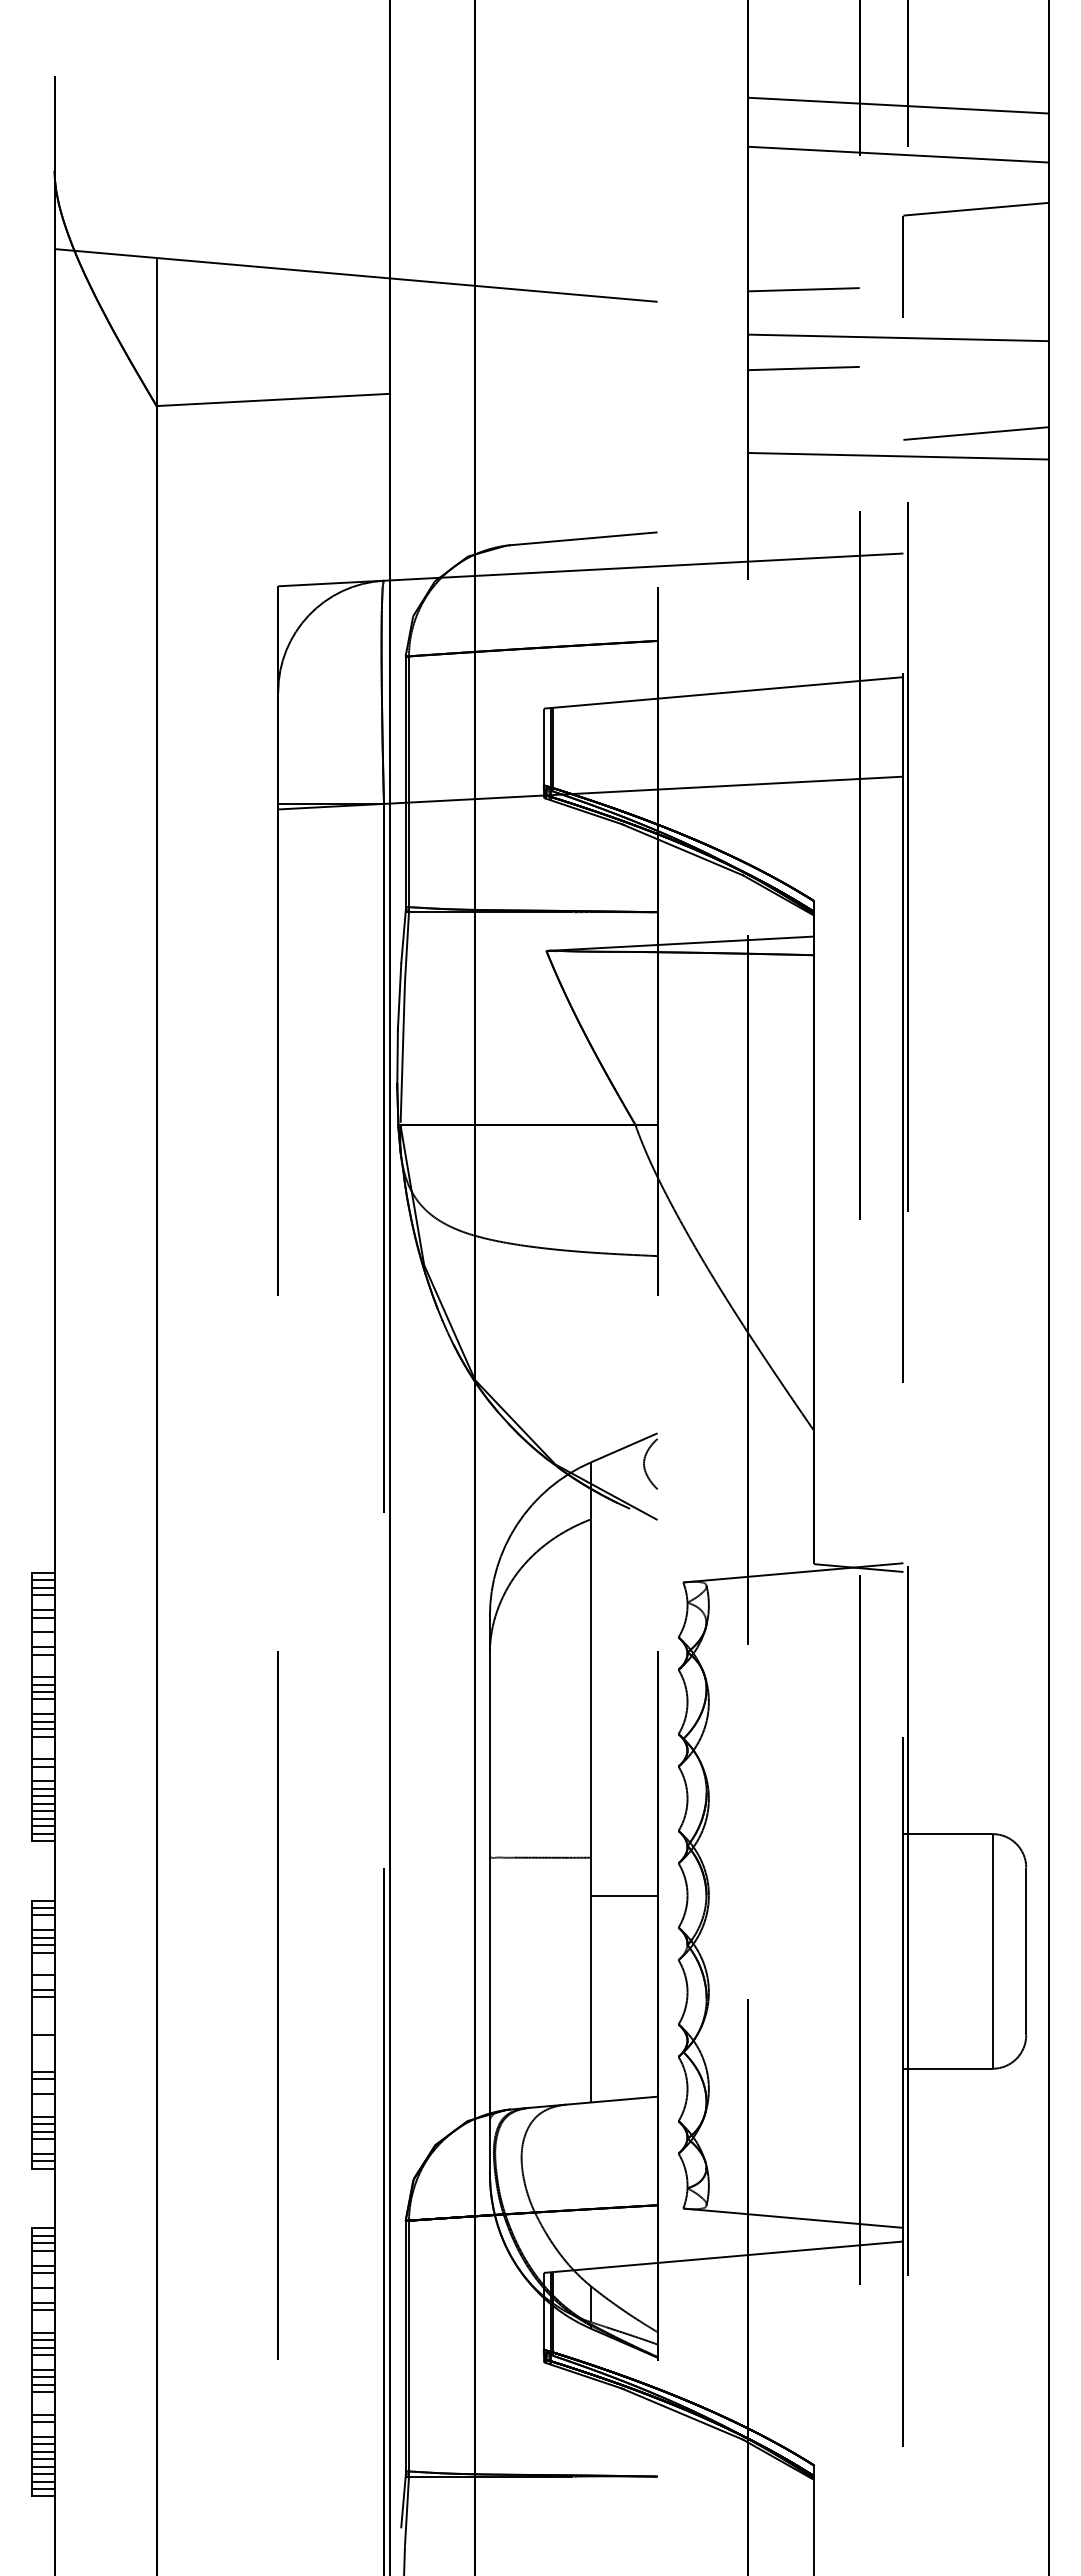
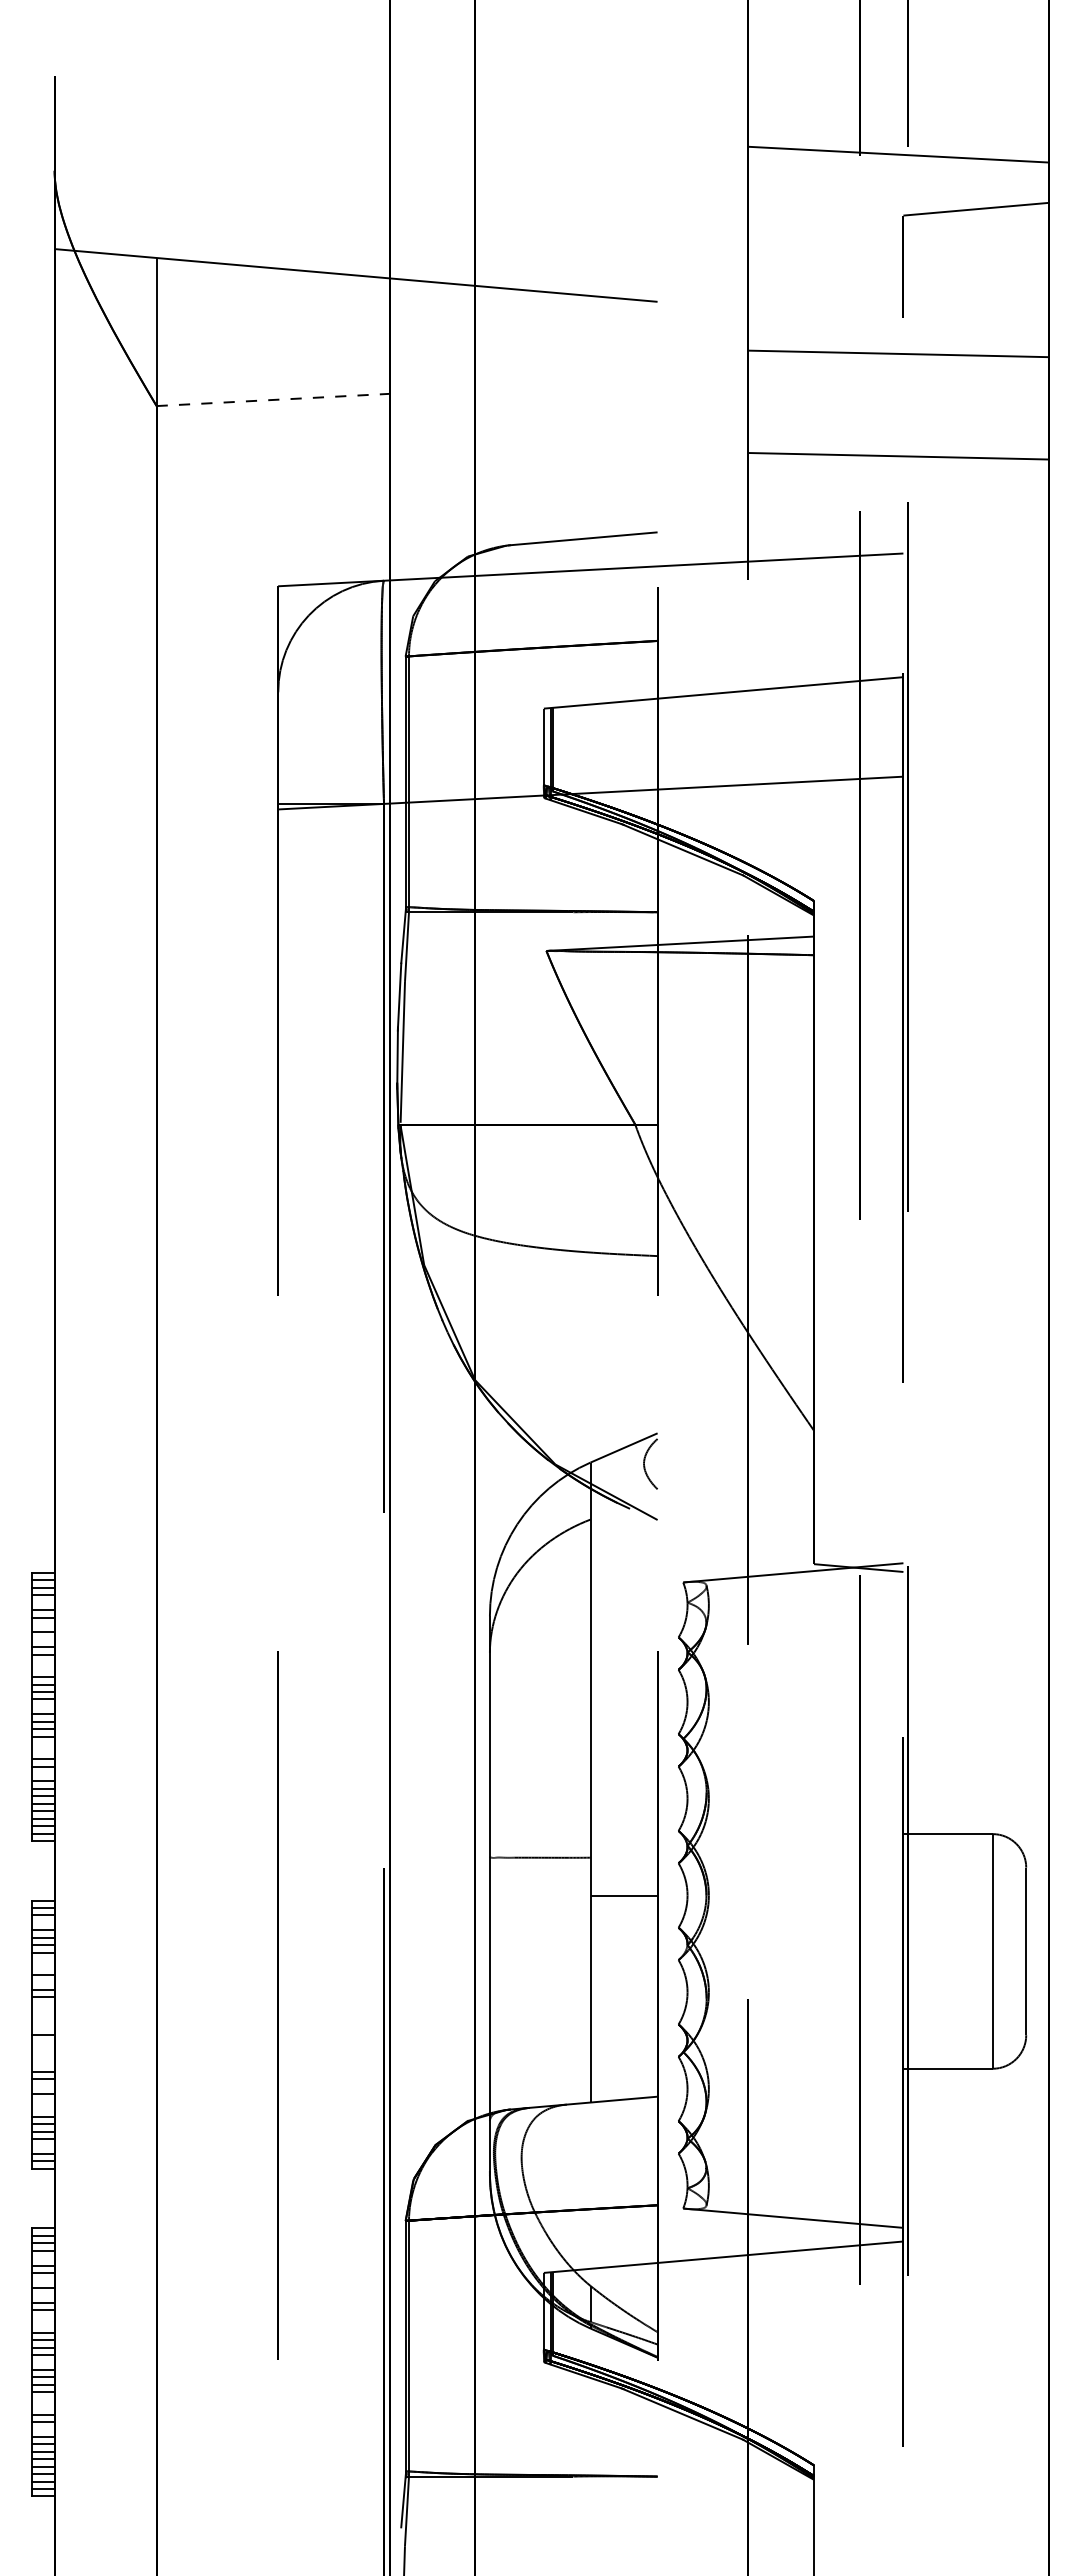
line at (898, 105): present -> none
line at (803, 289): present -> none
line at (898, 337) position: (898, 337) -> (898, 353)
line at (803, 368): present -> none
line at (273, 399): solid -> dashed
line at (975, 433): present -> none
